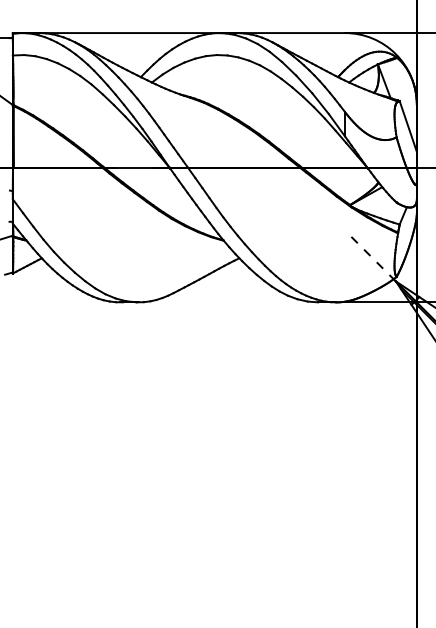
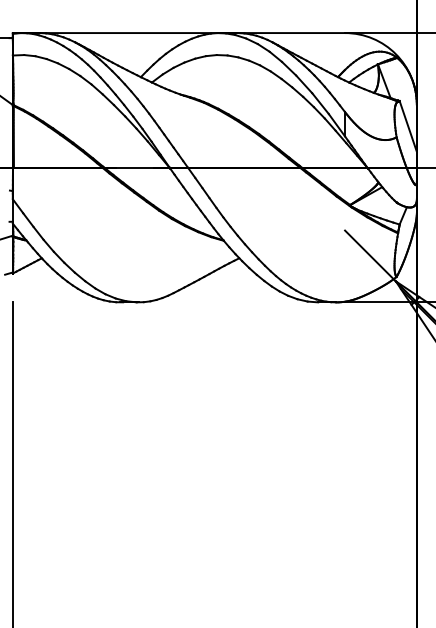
line at (370, 255): dashed -> solid
line at (12, 463): none -> present
